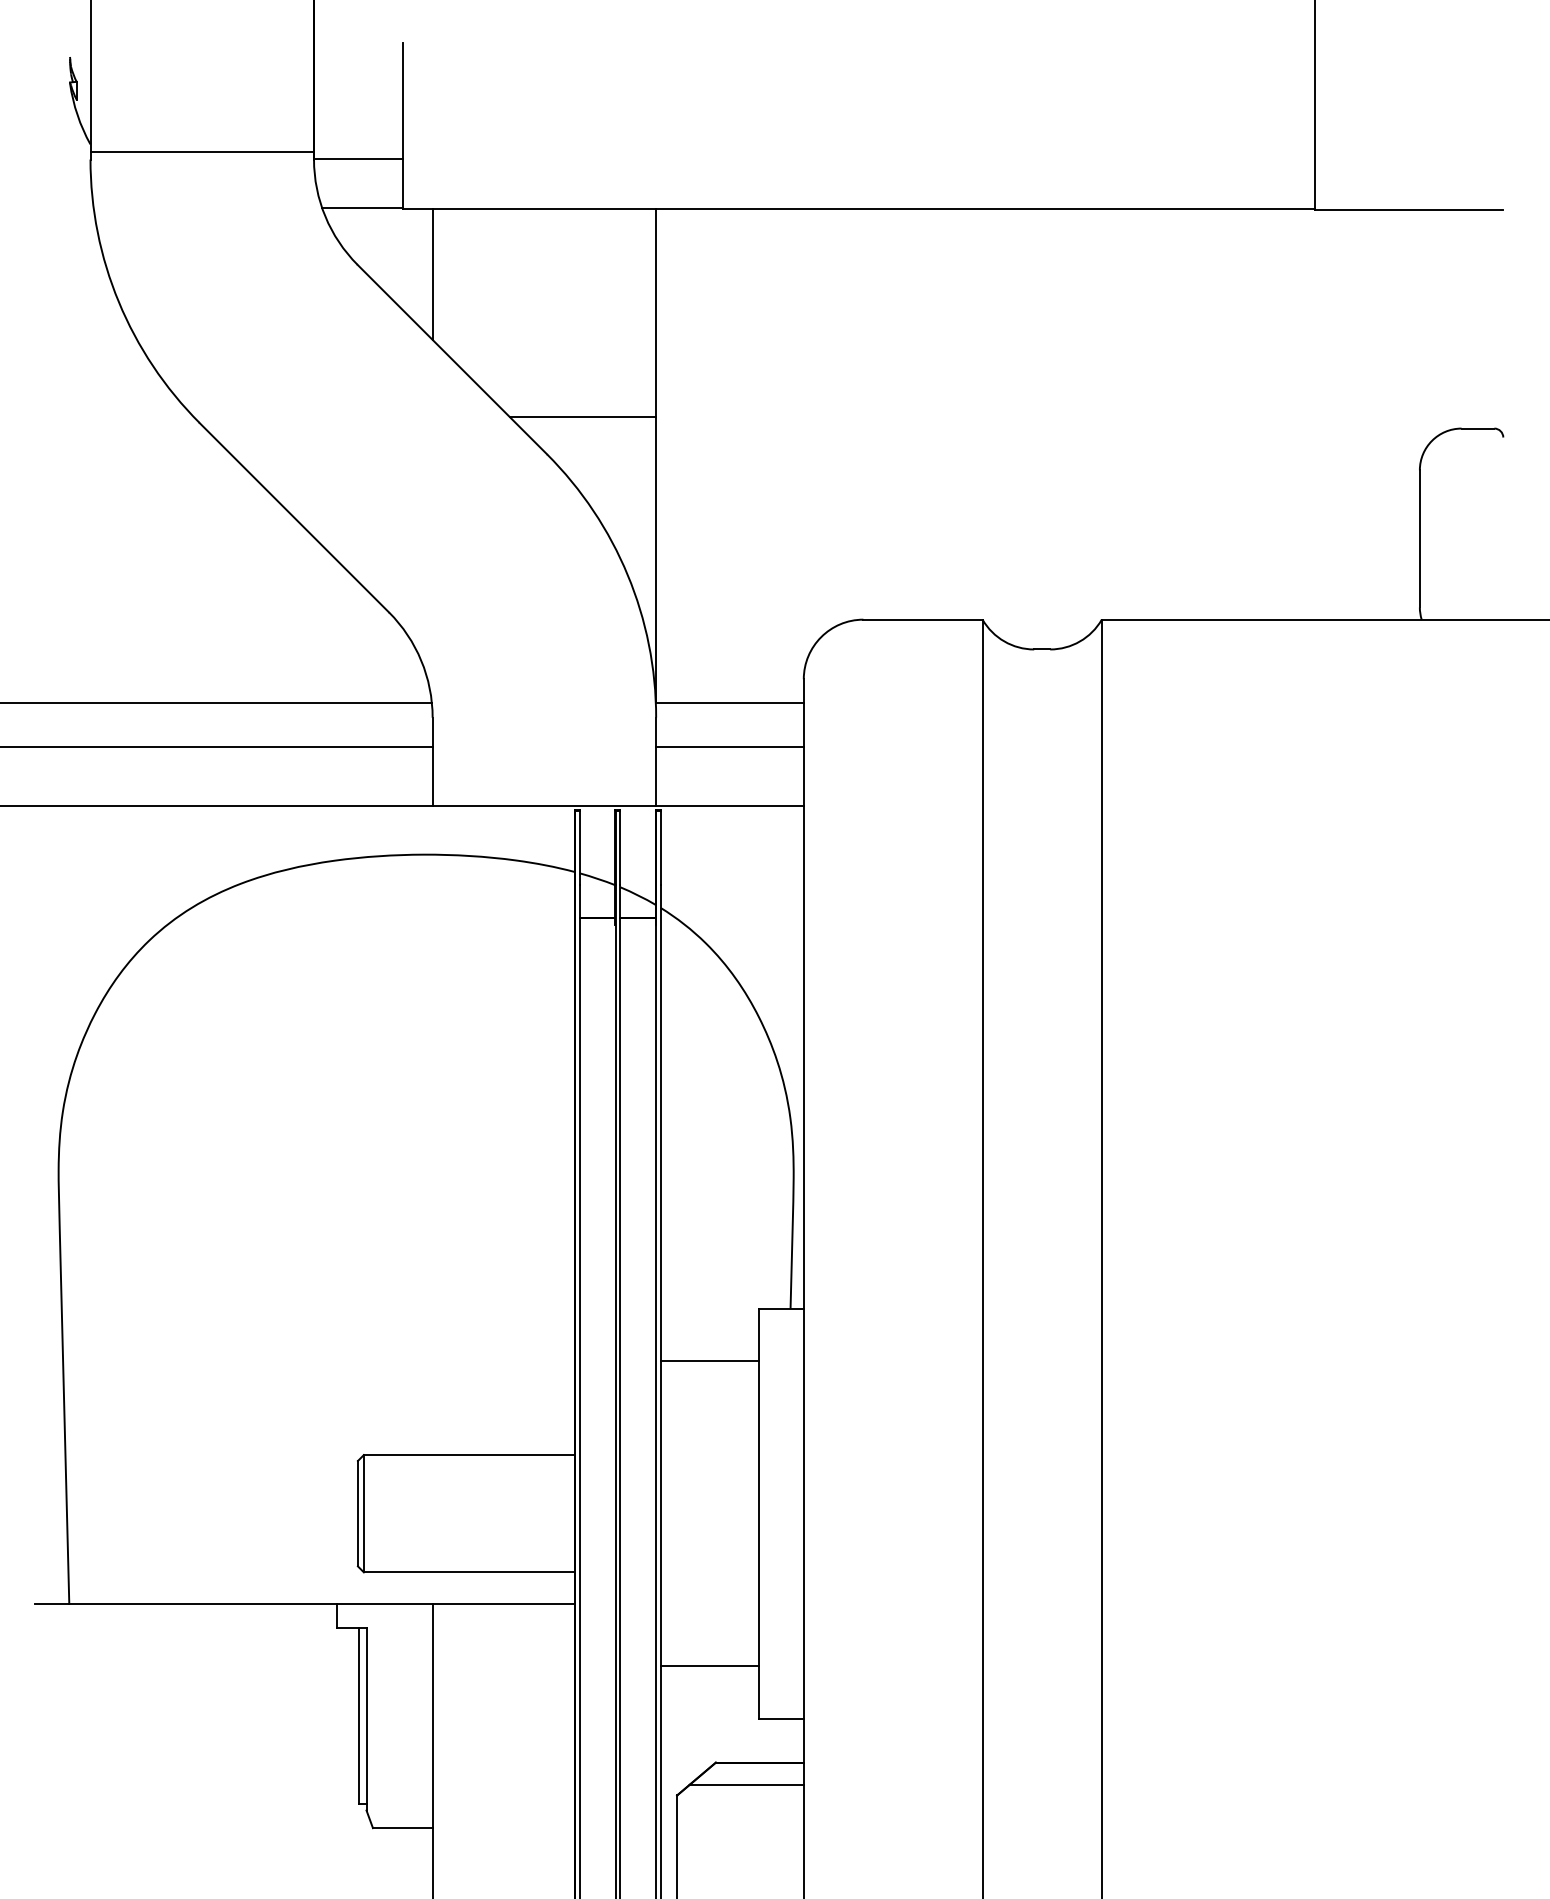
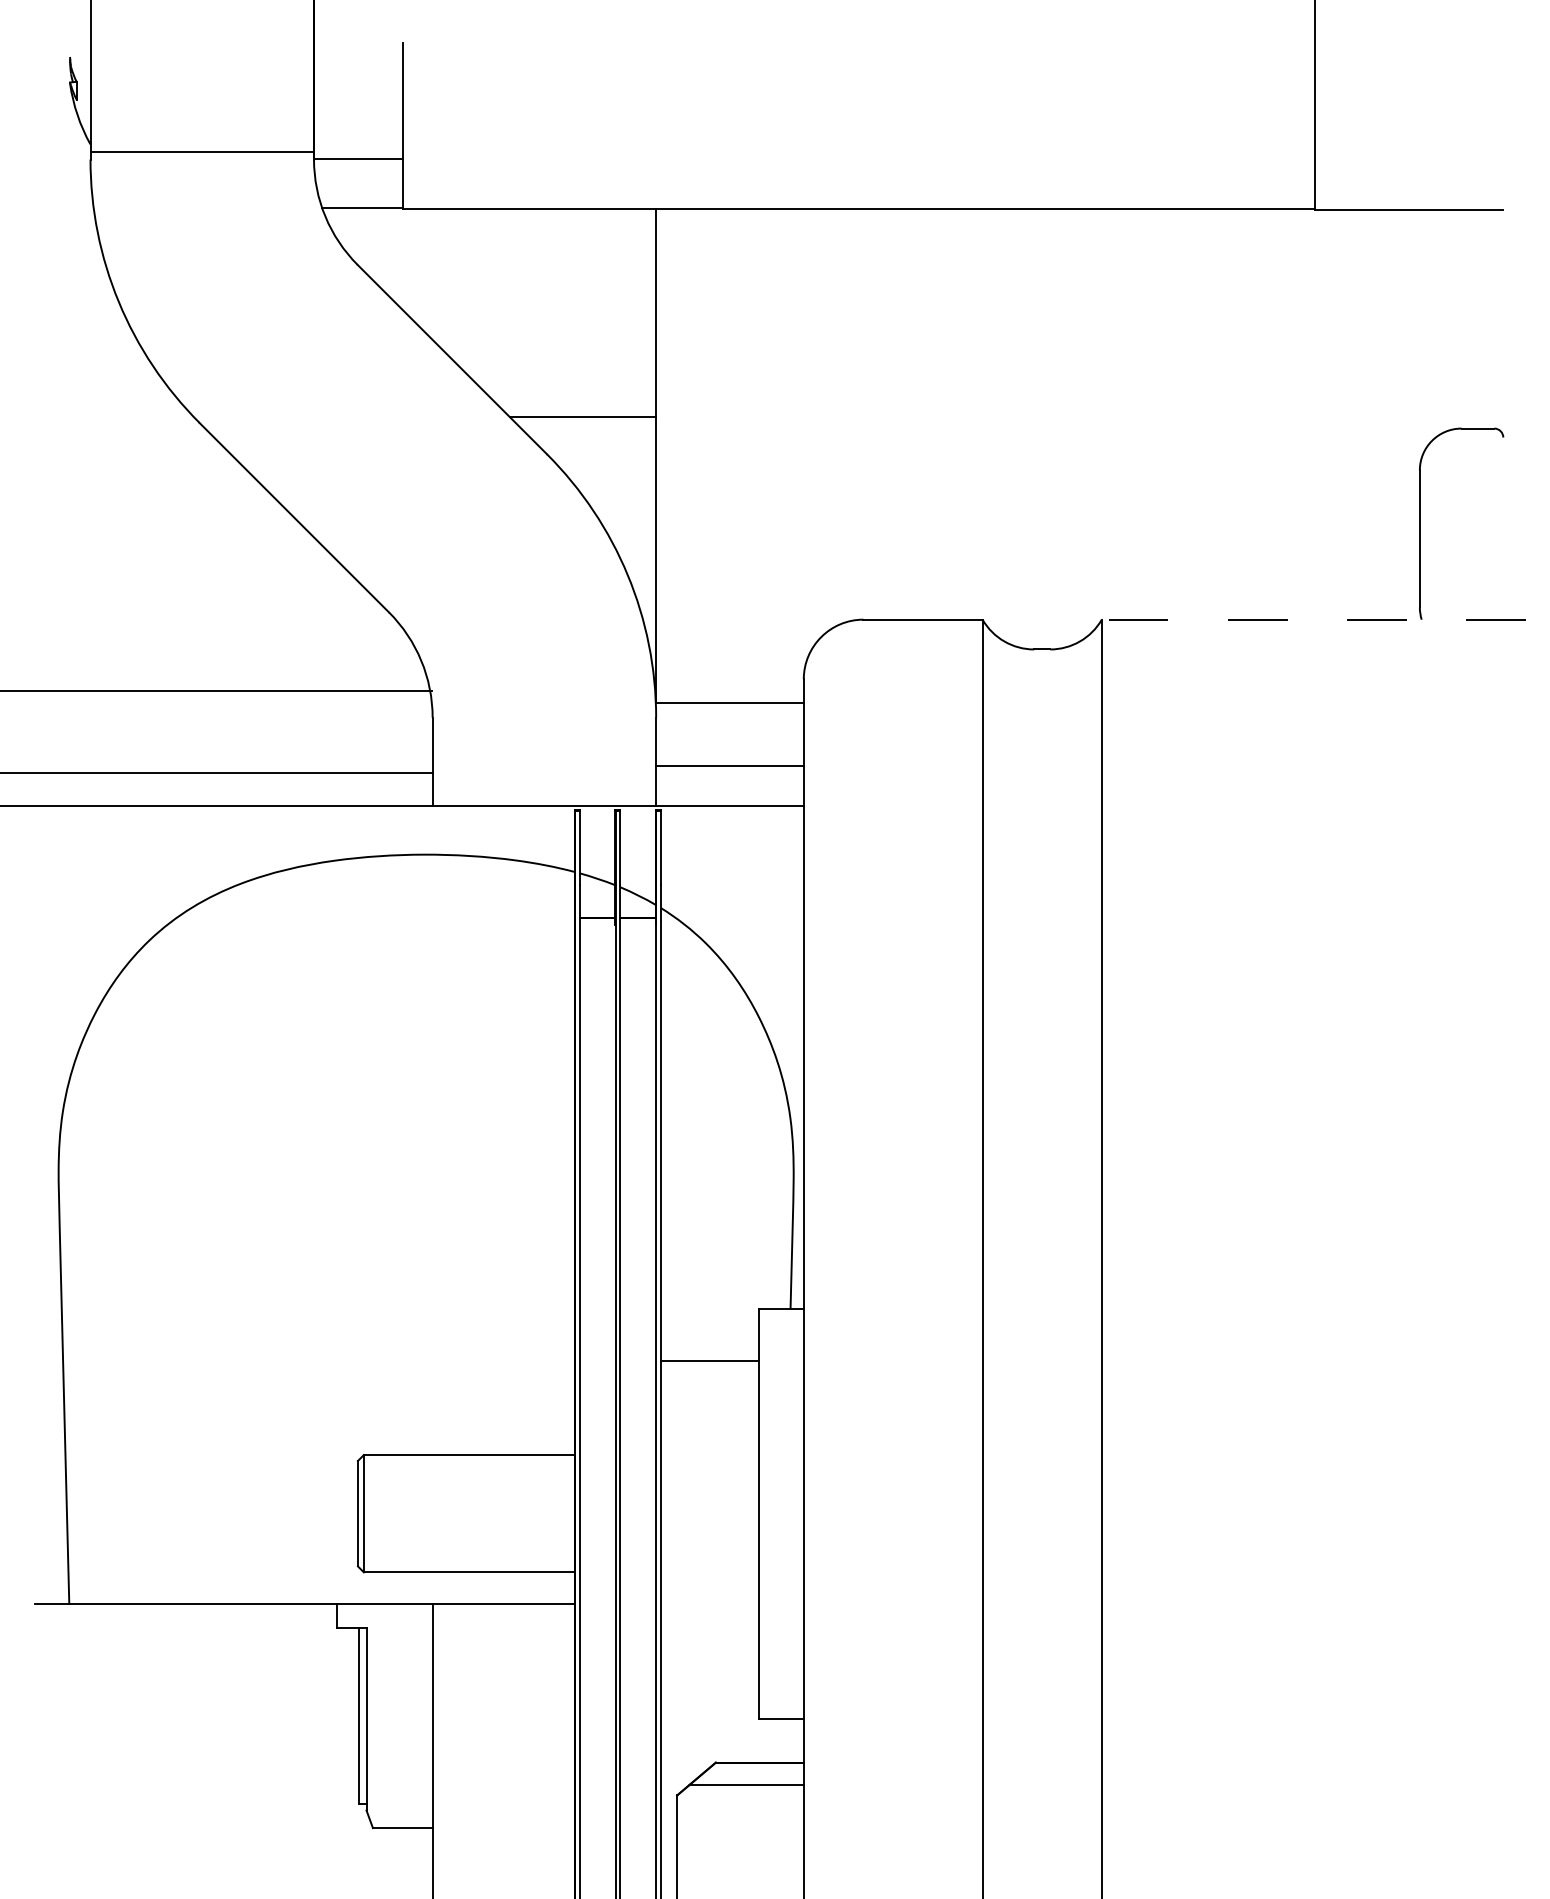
line at (432, 273): present -> none
line at (1325, 619): solid -> dashed
line at (216, 702) position: (216, 702) -> (216, 690)
line at (217, 747) position: (217, 747) -> (217, 773)
line at (729, 747) position: (729, 747) -> (729, 766)
line at (709, 1666): present -> none
